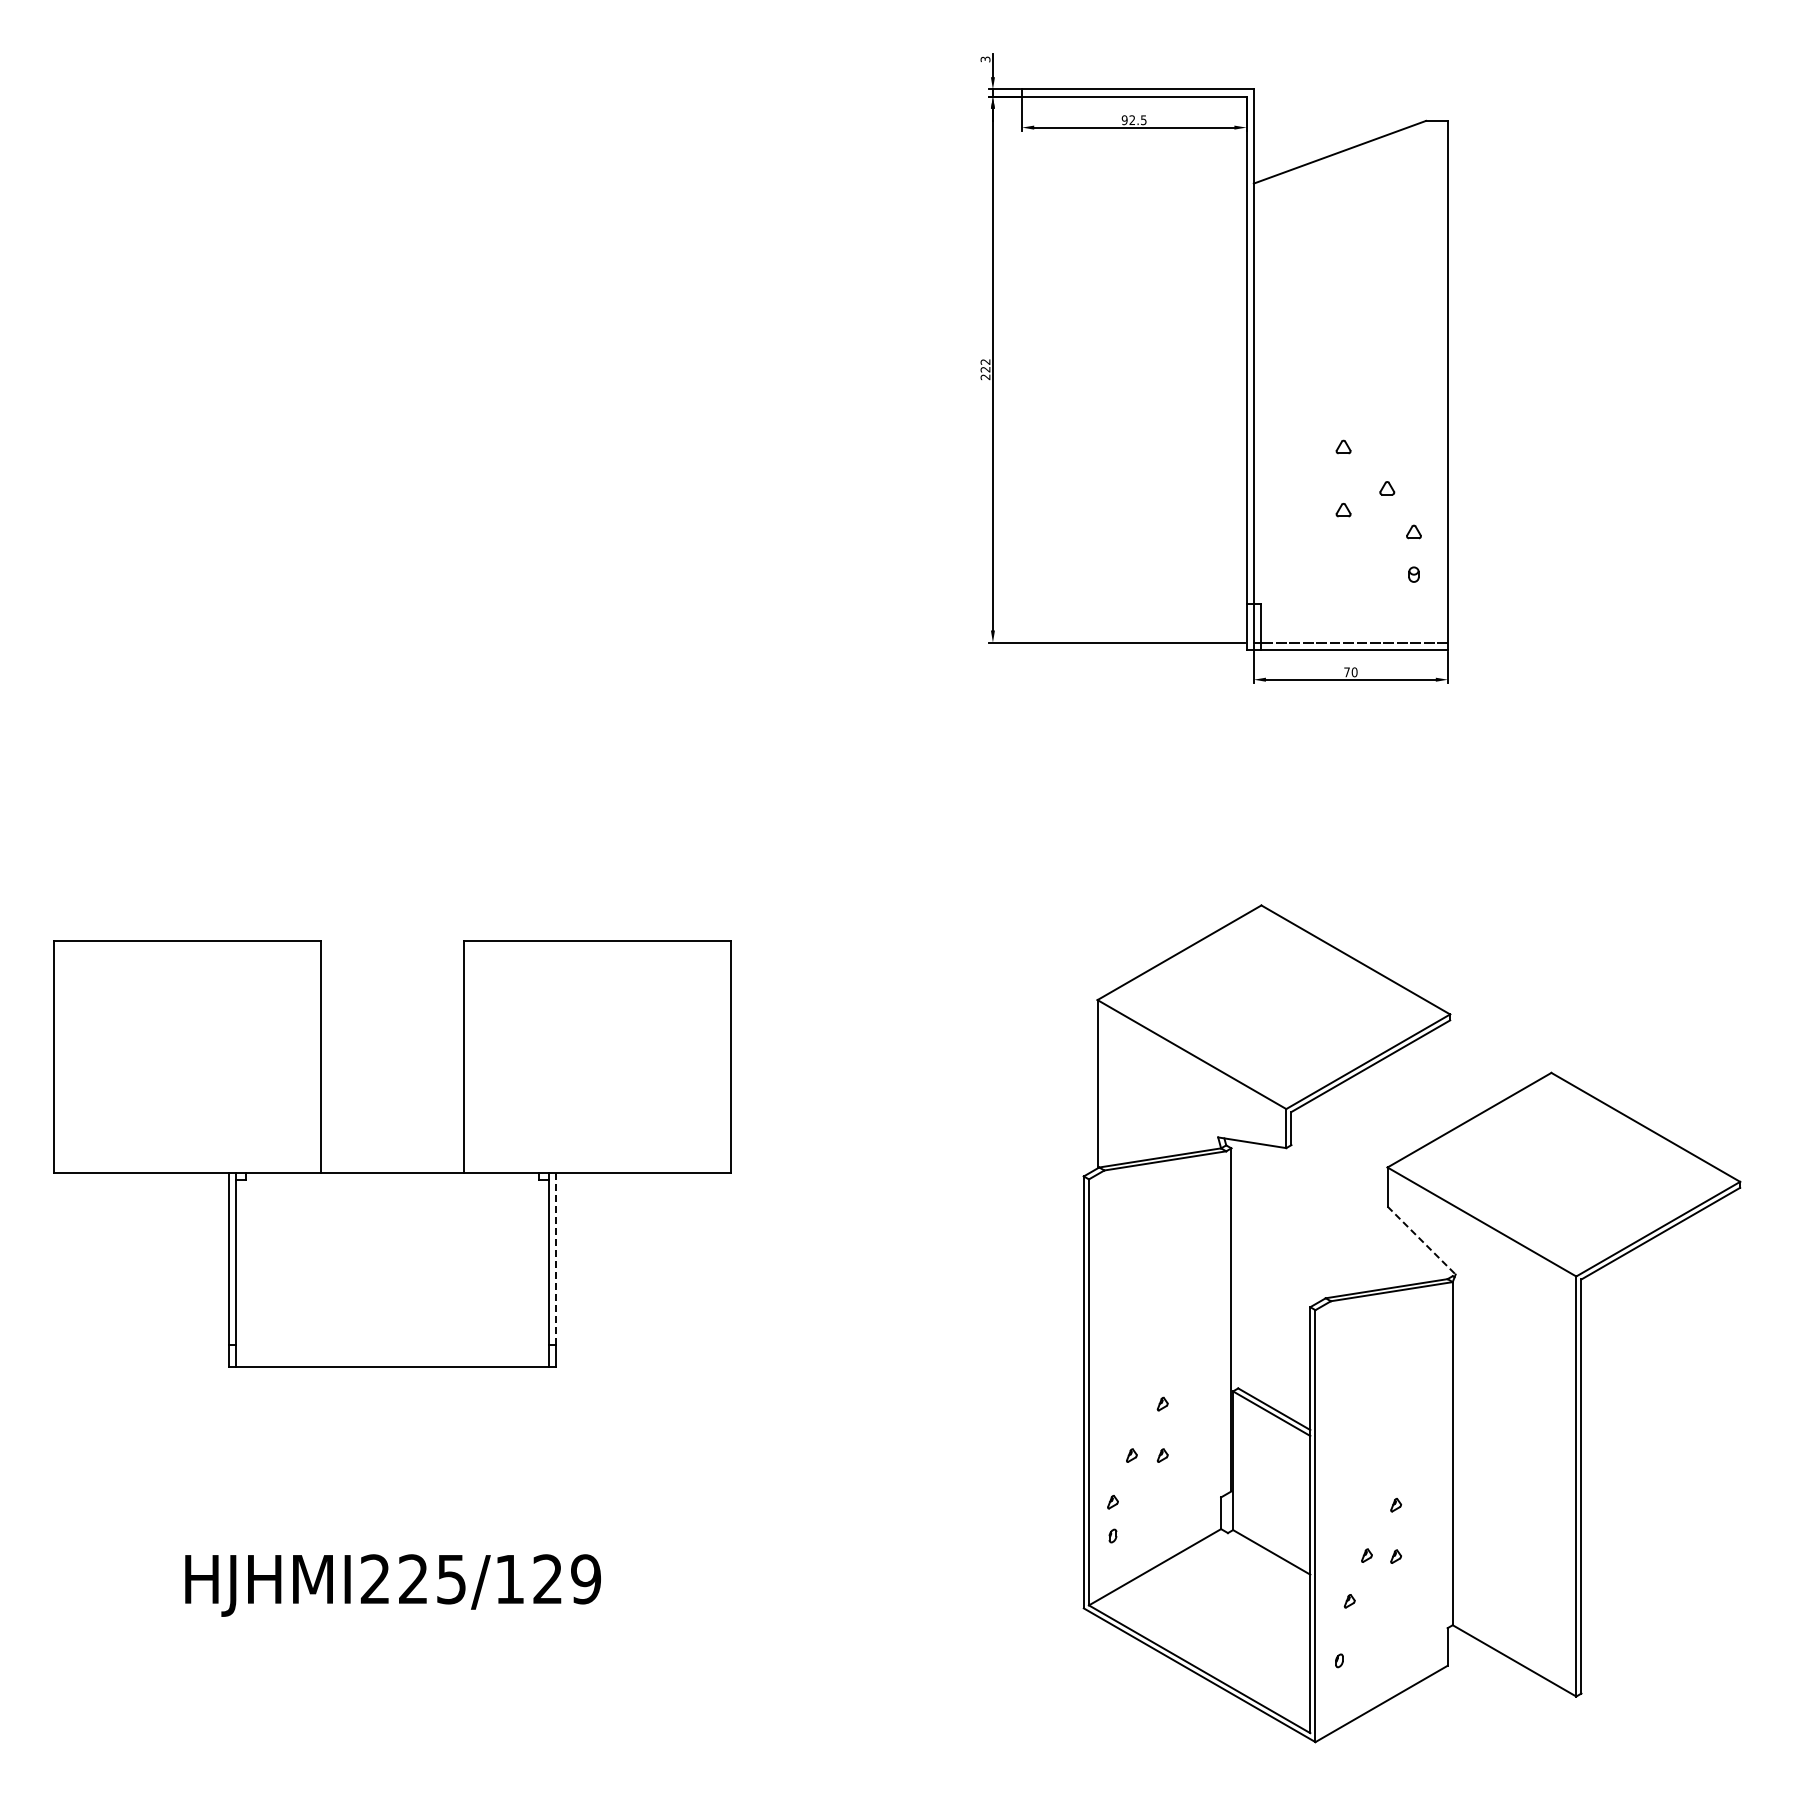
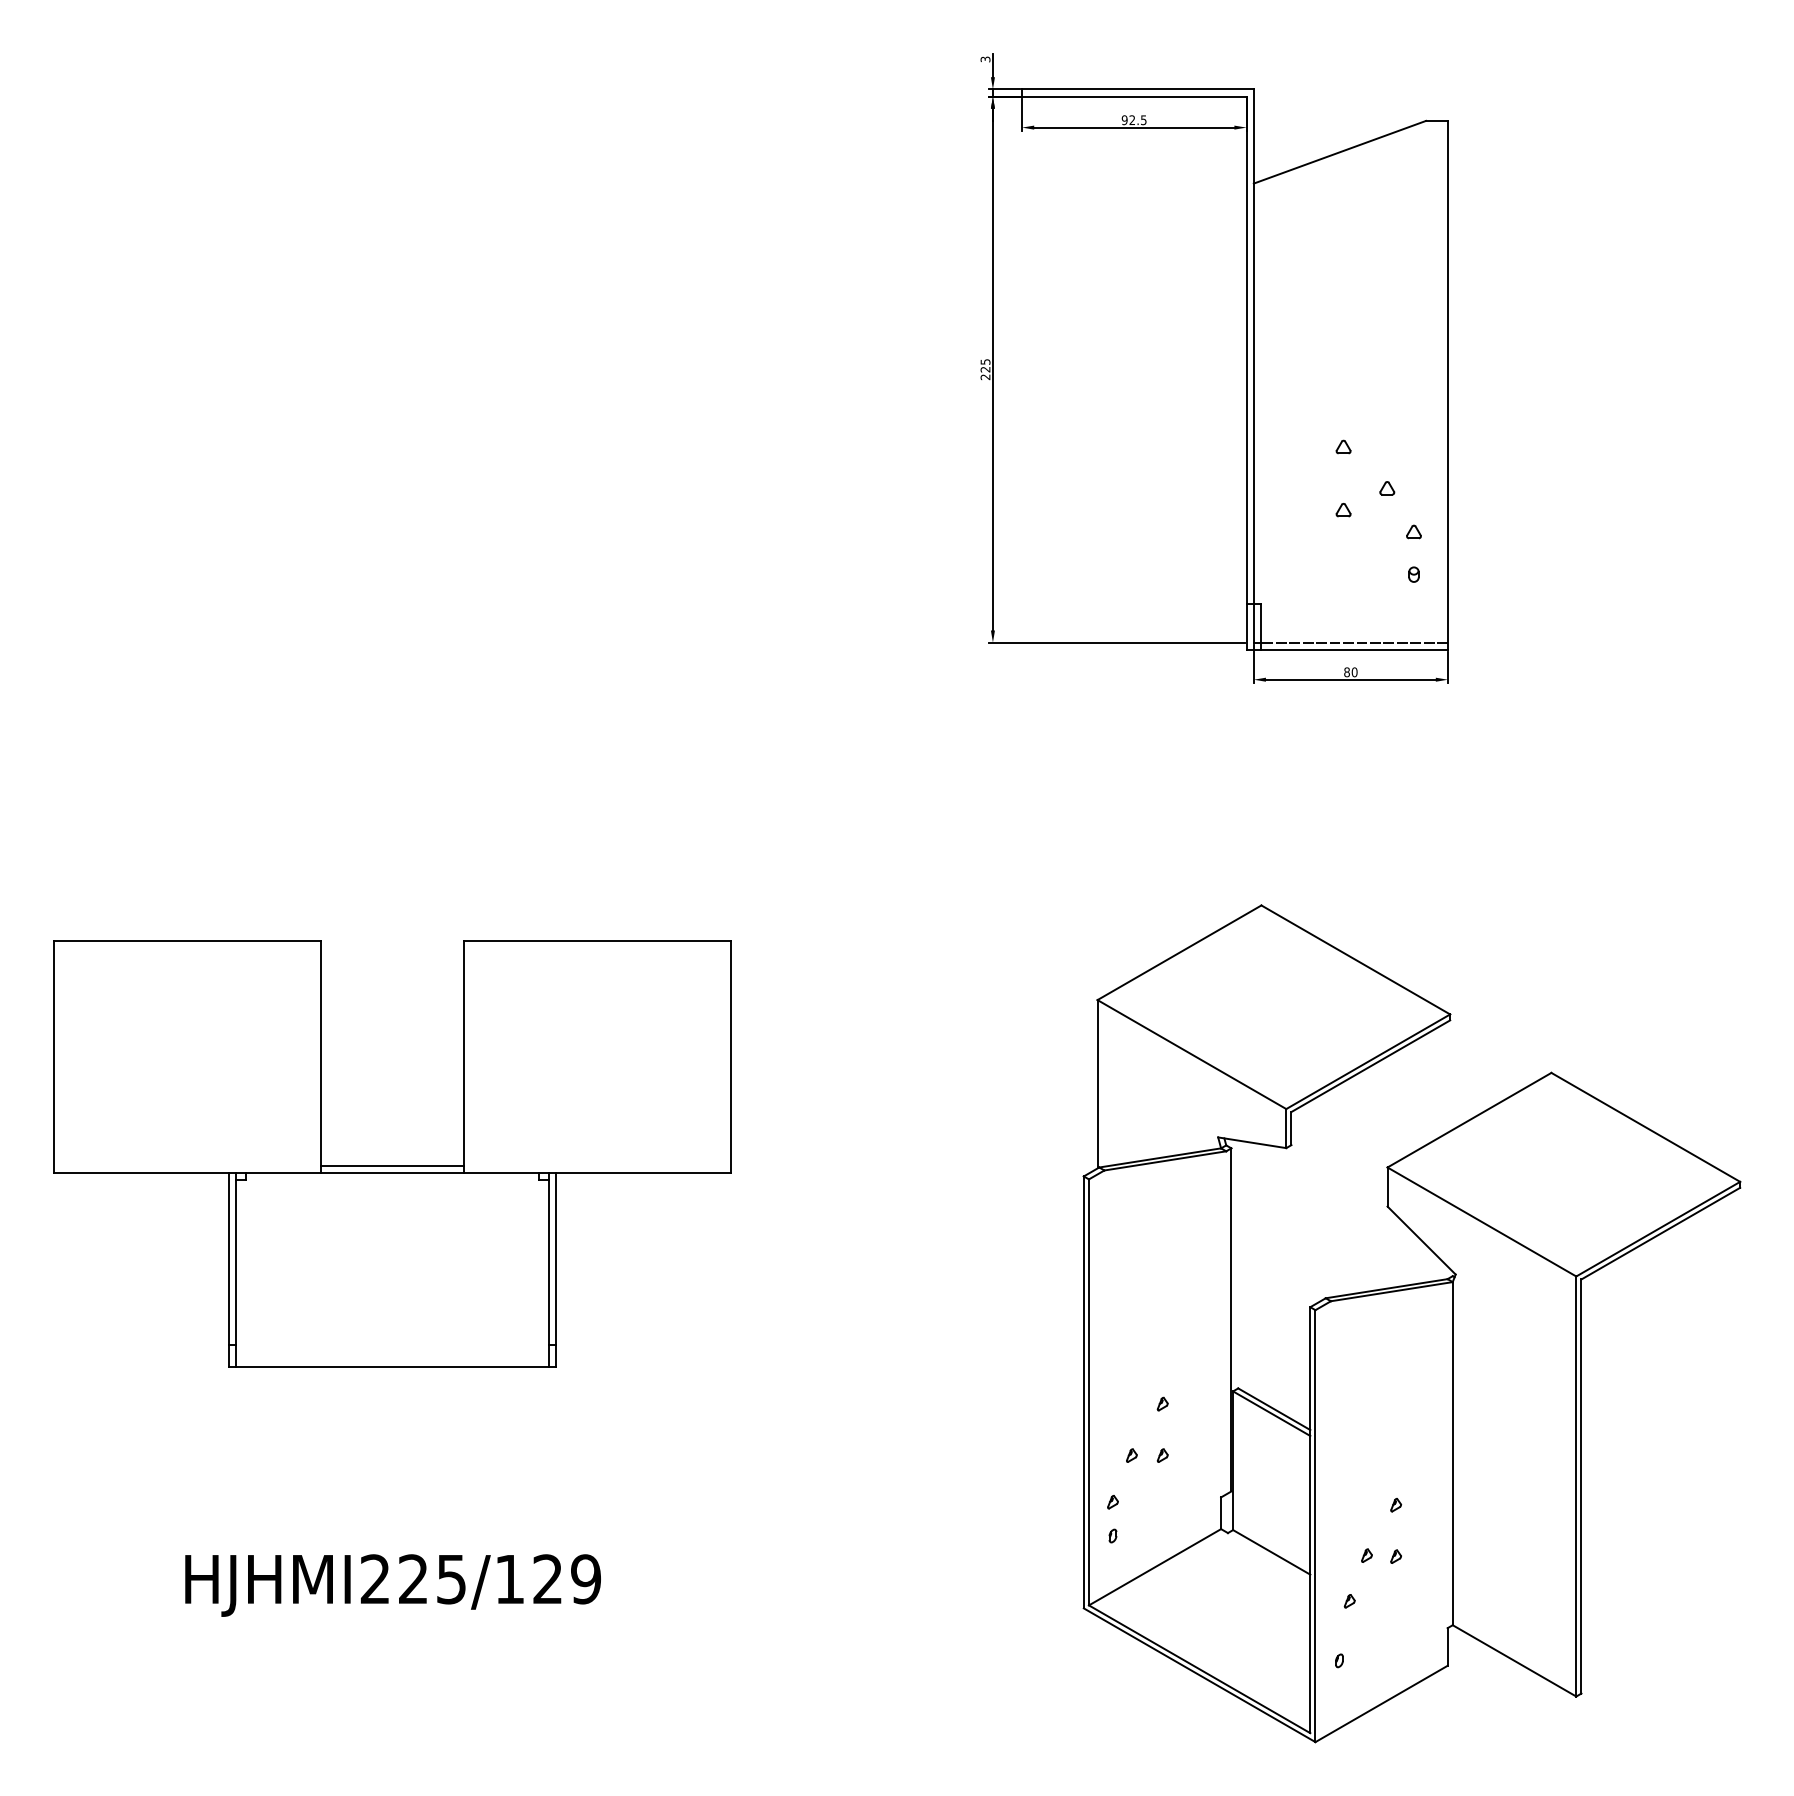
text at (985, 361): 222 -> 225
text at (1346, 672): 70 -> 80
line at (391, 1165): none -> present
line at (1421, 1240): dashed -> solid
line at (556, 1259): dashed -> solid
